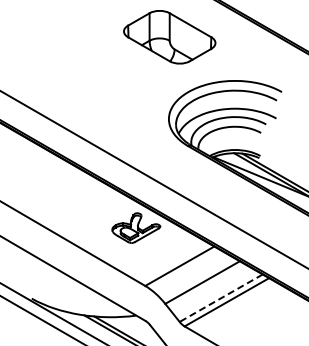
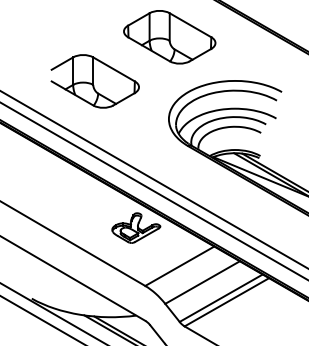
part at (94, 81): none -> present
line at (153, 190): none -> present
line at (221, 298): dashed -> solid
